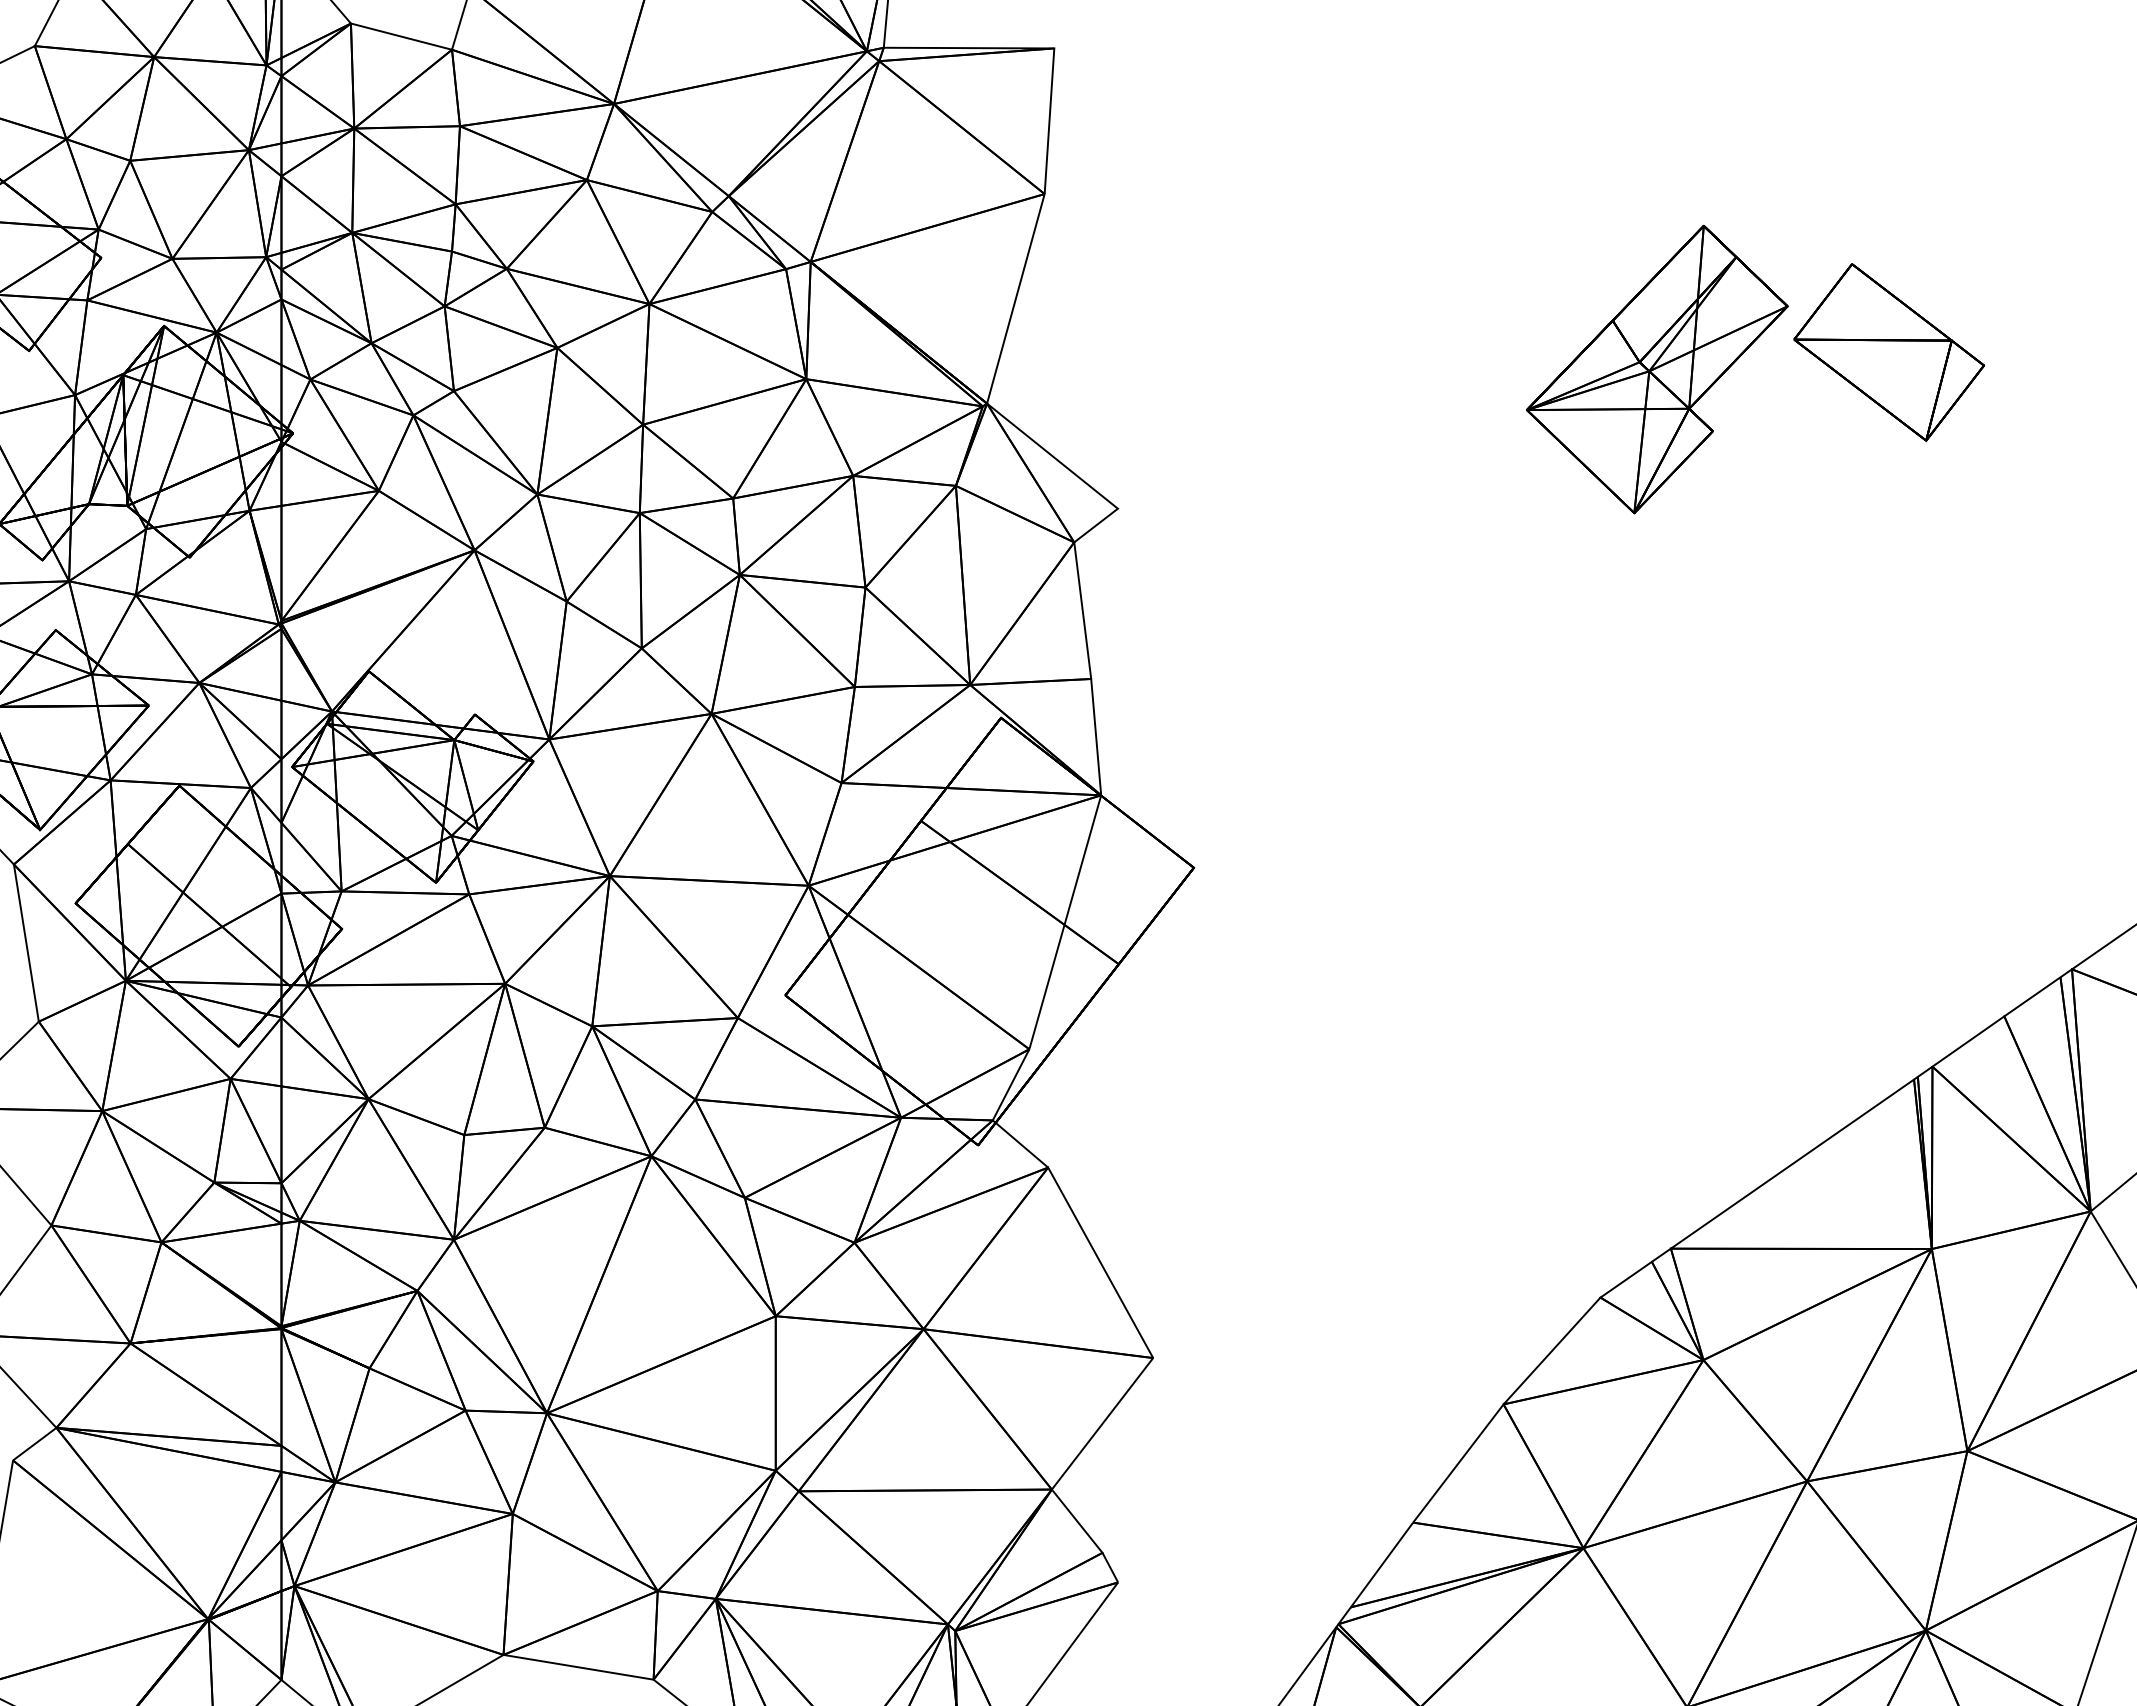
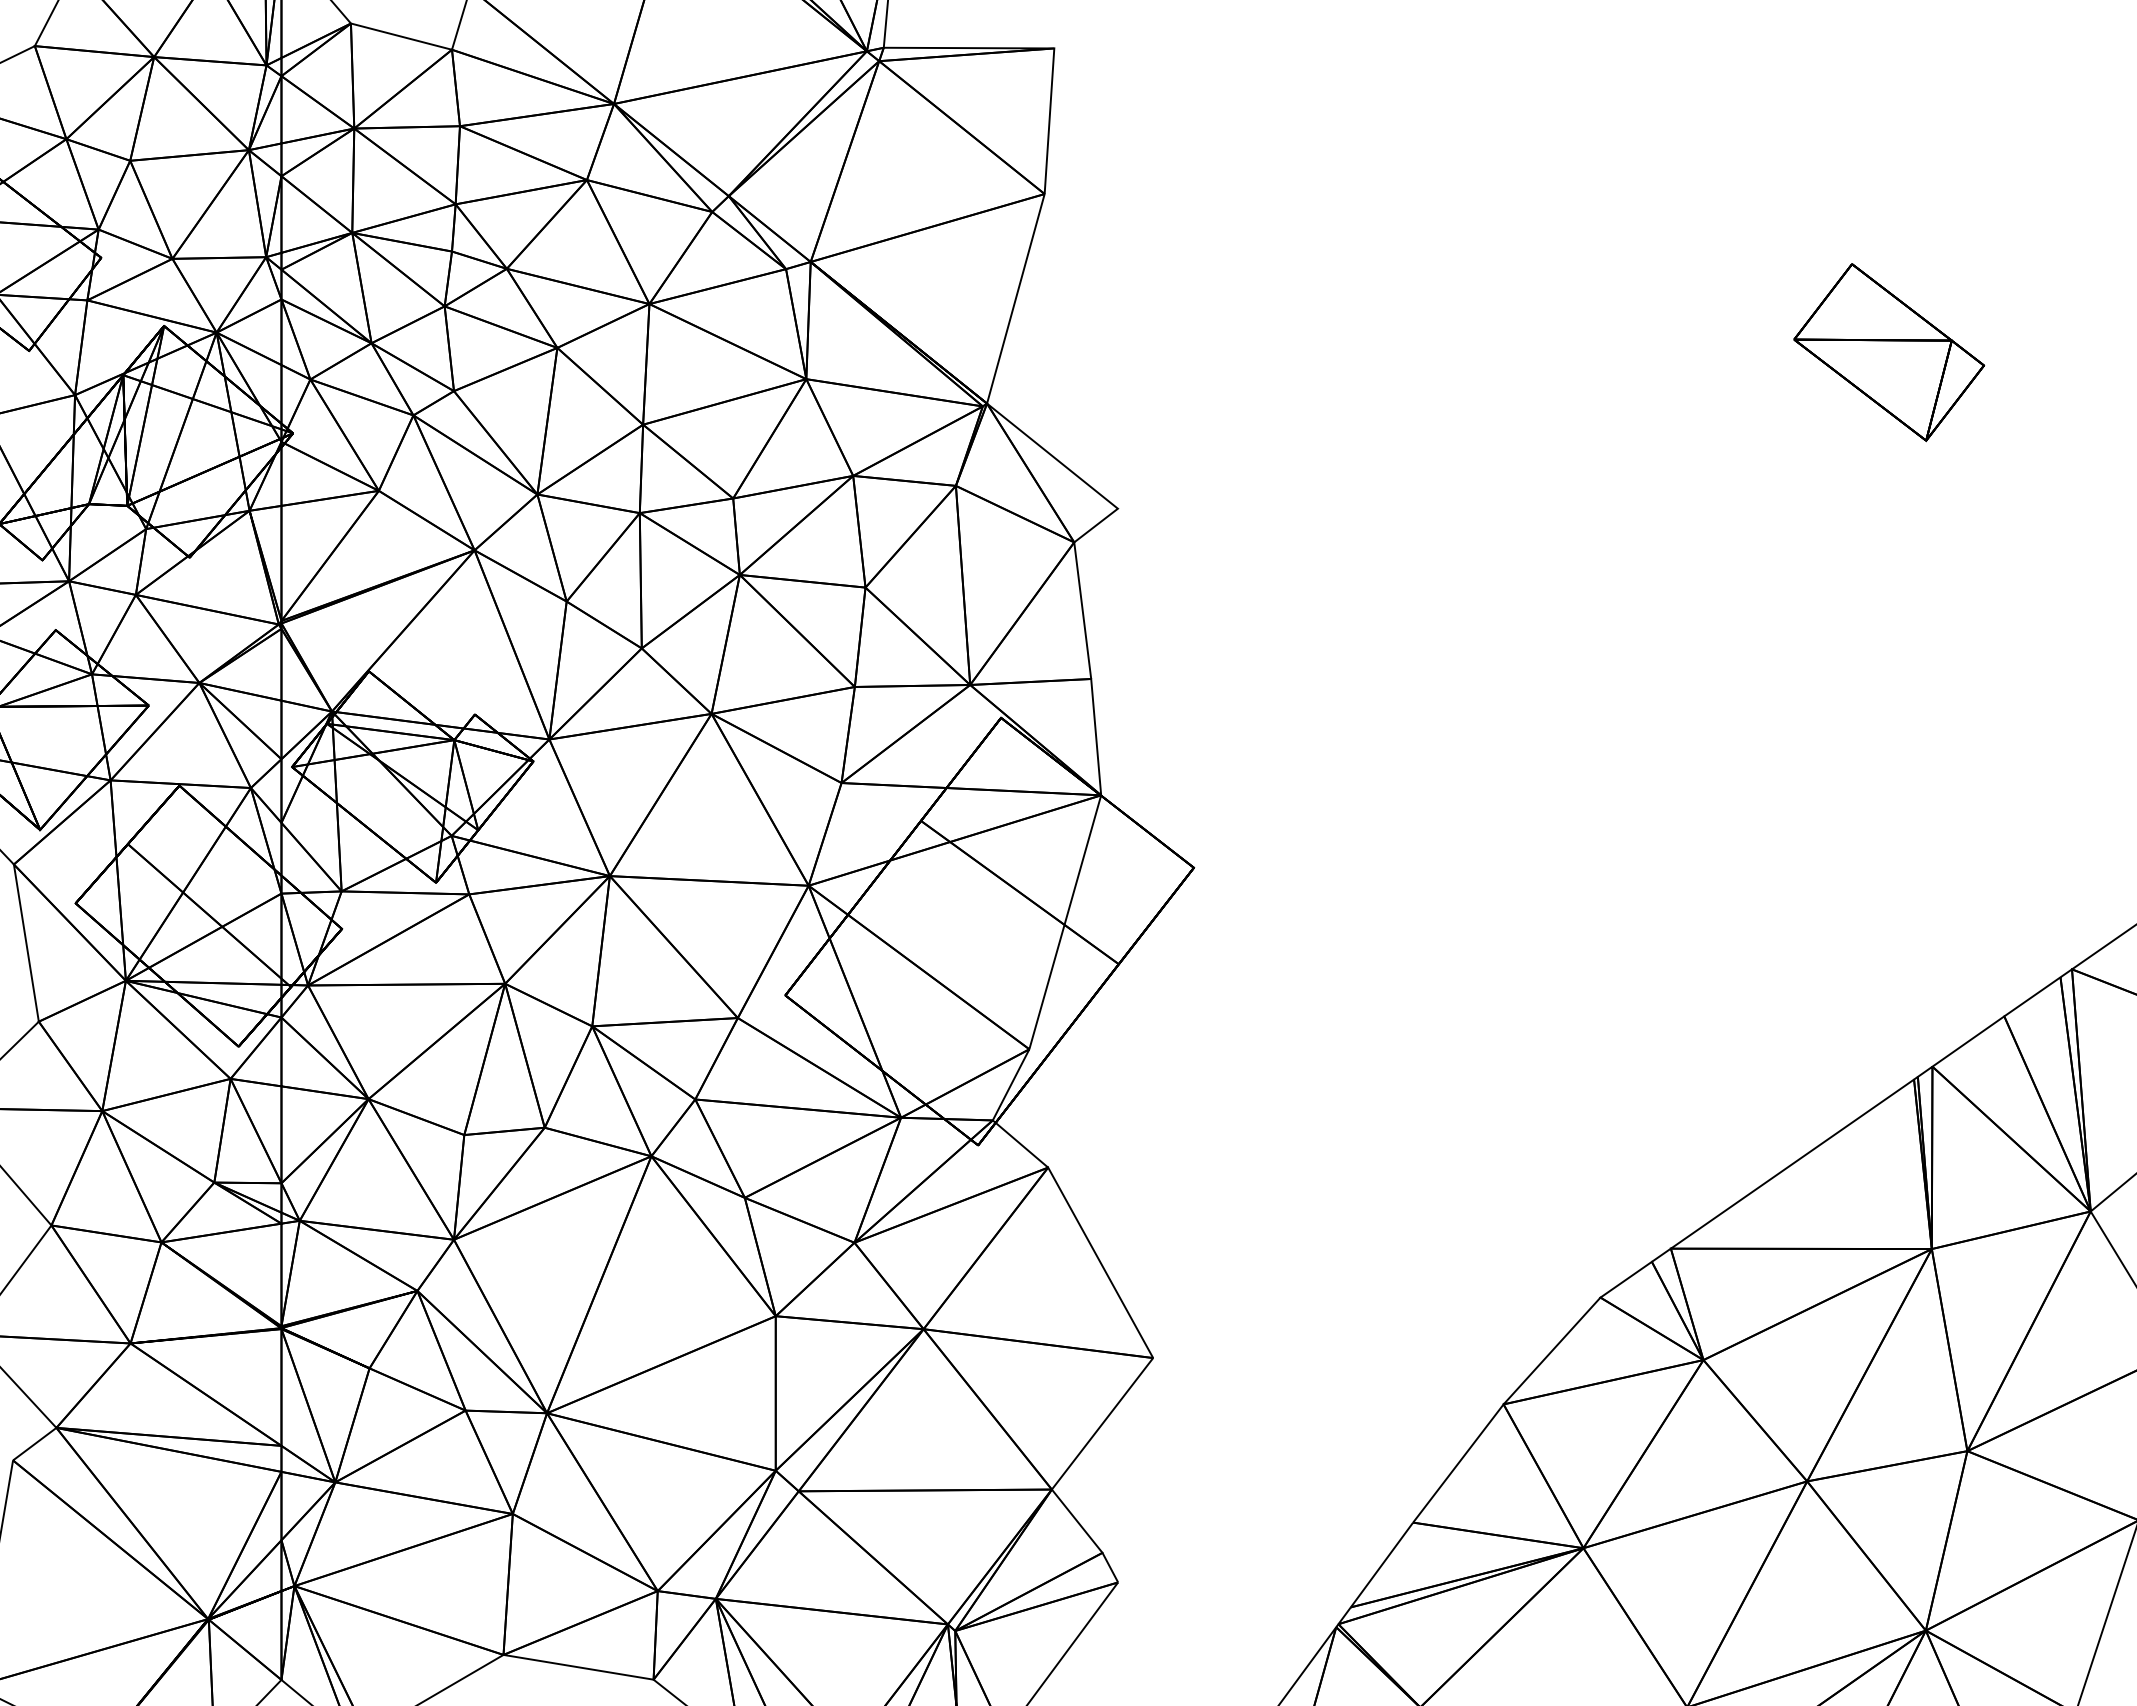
part at (1657, 369): present -> none
